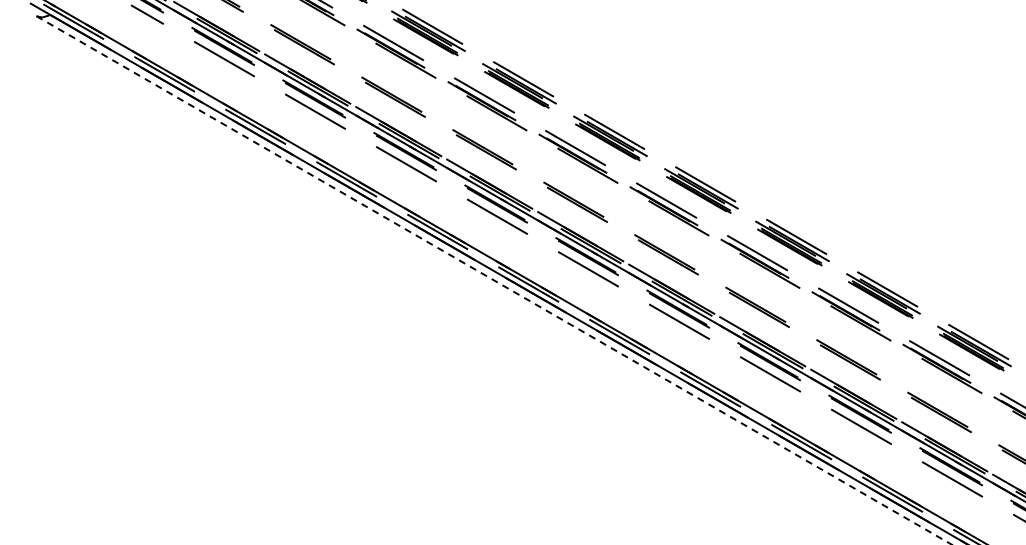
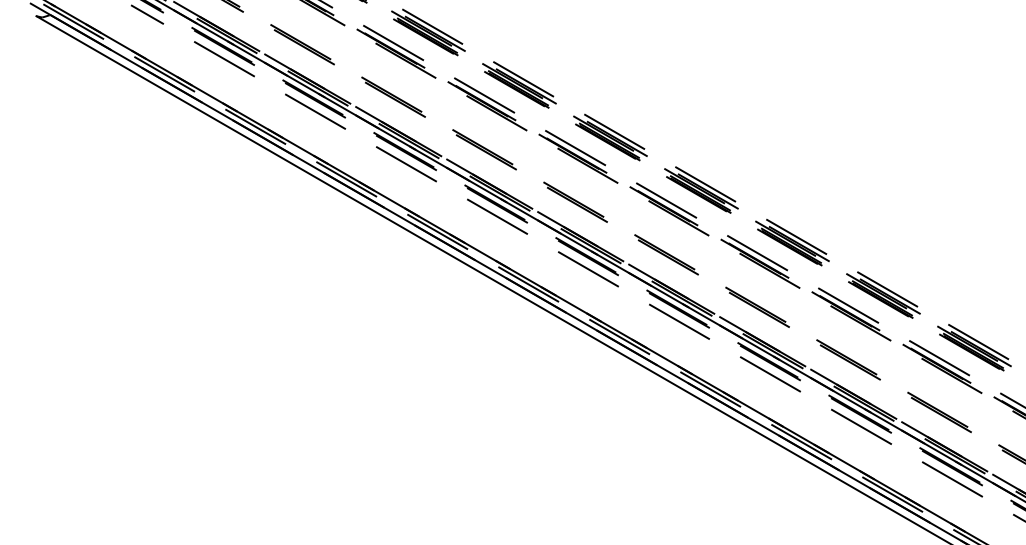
line at (494, 280): dashed -> solid
